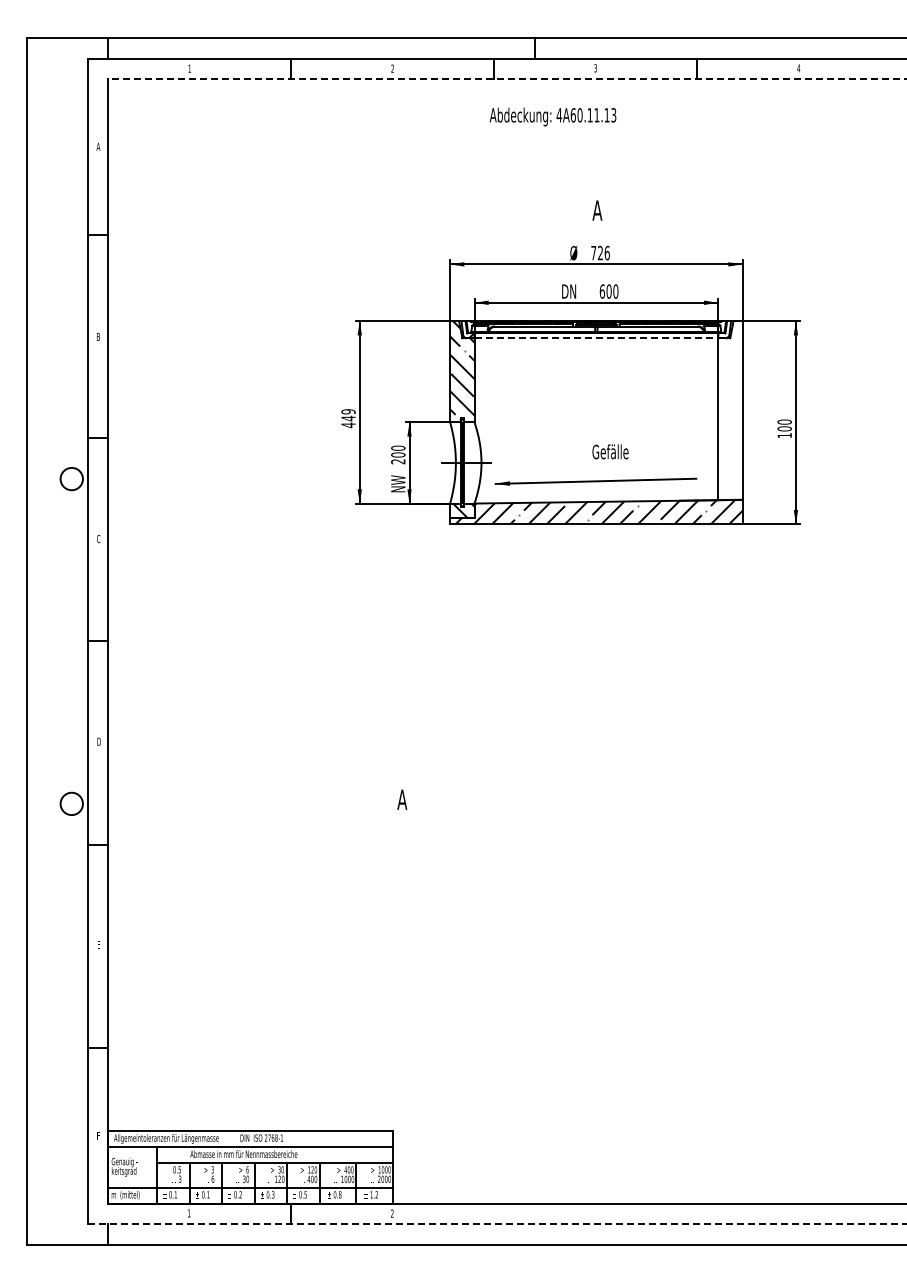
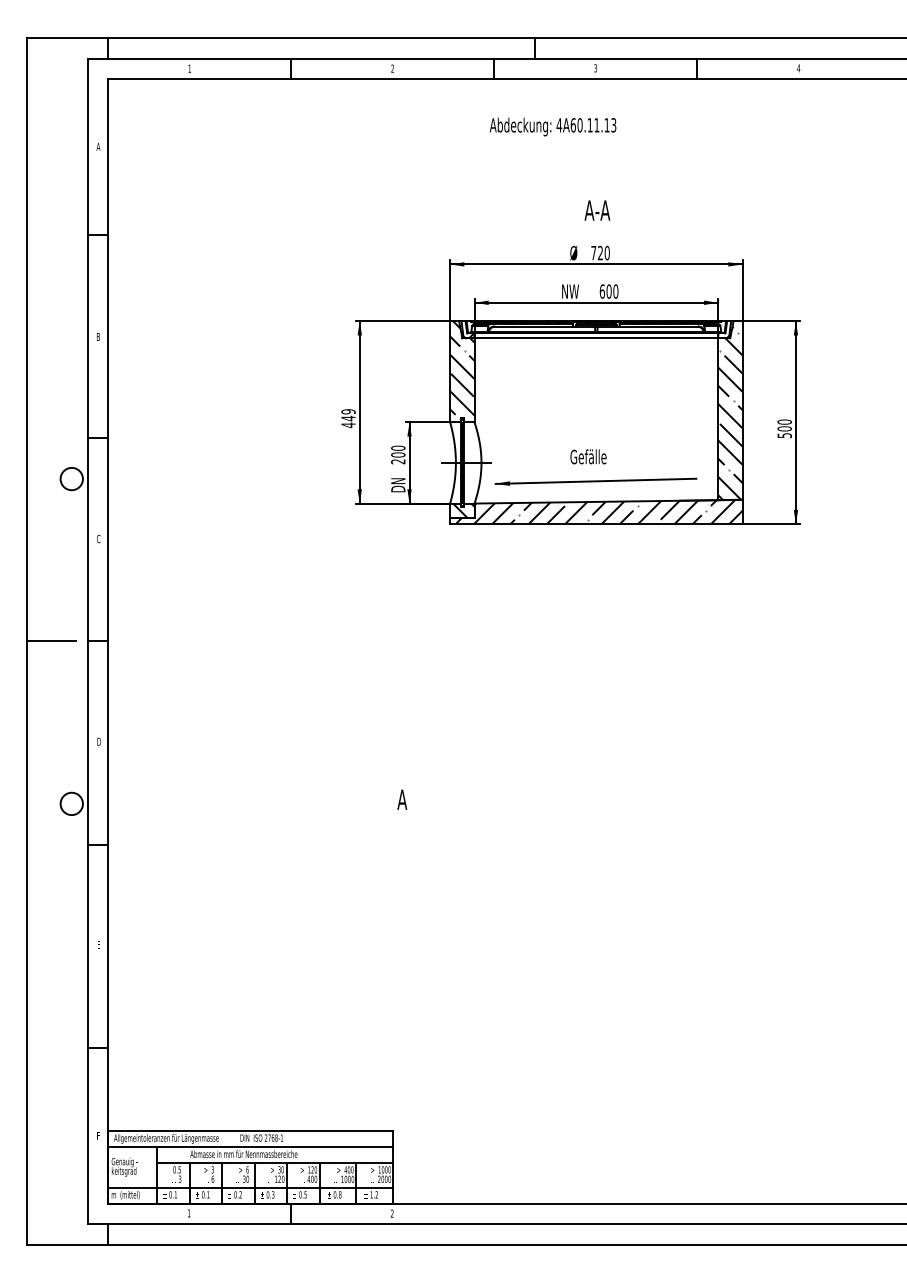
line at (507, 79): dashed -> solid
text at (553, 116) position: (553, 116) -> (553, 126)
text at (597, 210): A -> A-A
text at (606, 252): 726 -> 720
text at (570, 291): DN -> NW
line at (596, 338): dashed -> solid
hatch at (730, 413): none -> present
text at (784, 435): 100 -> 500
text at (610, 451) position: (610, 451) -> (588, 456)
text at (398, 483): NW -> DN
line at (51, 641): none -> present
line at (497, 1224): dashed -> solid
